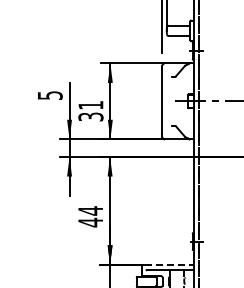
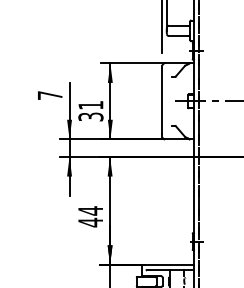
text at (50, 95): 5 -> 7
line at (170, 264): dashed -> solid
